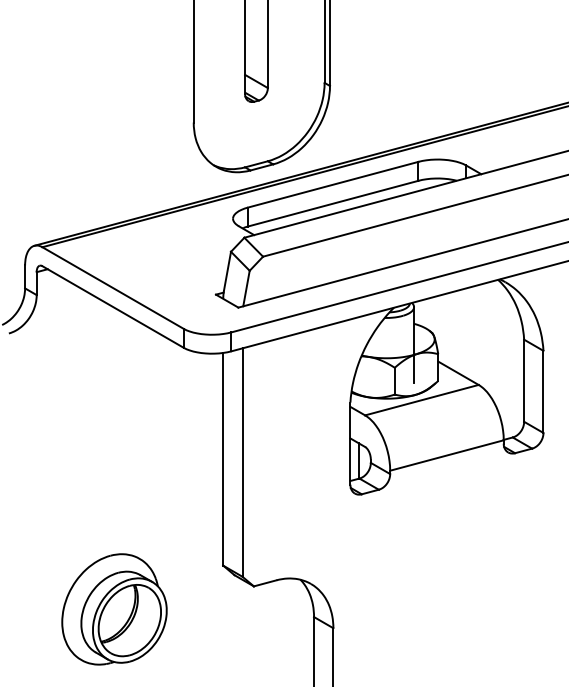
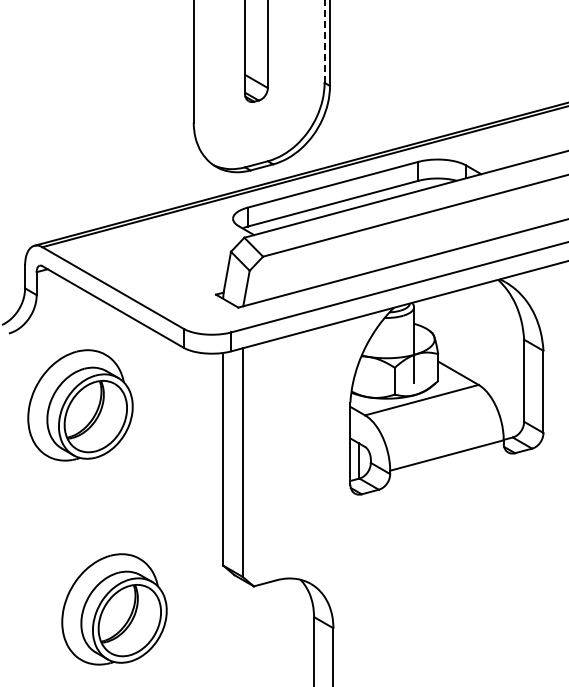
line at (324, 41): solid -> dashed
part at (80, 405): none -> present
